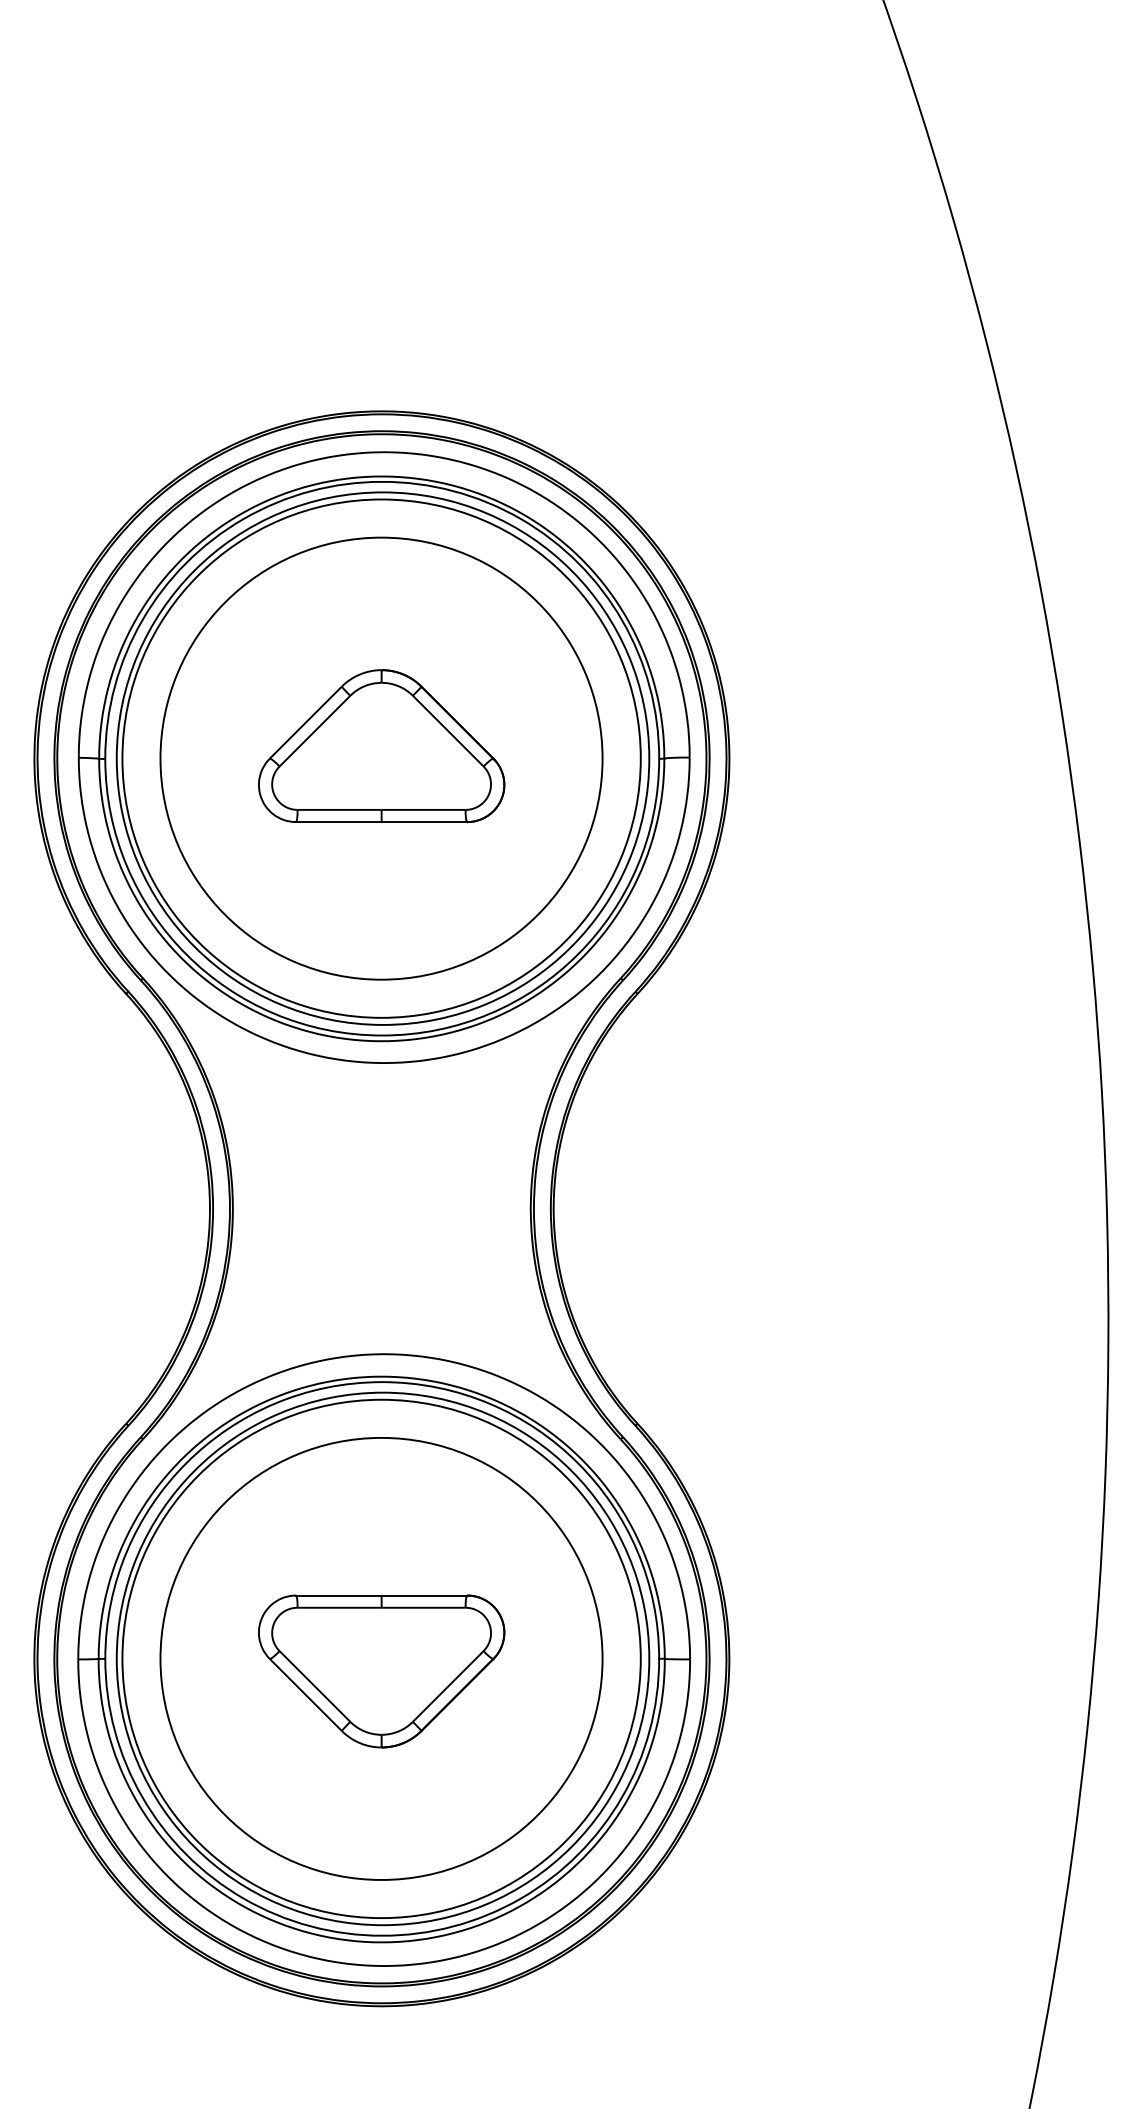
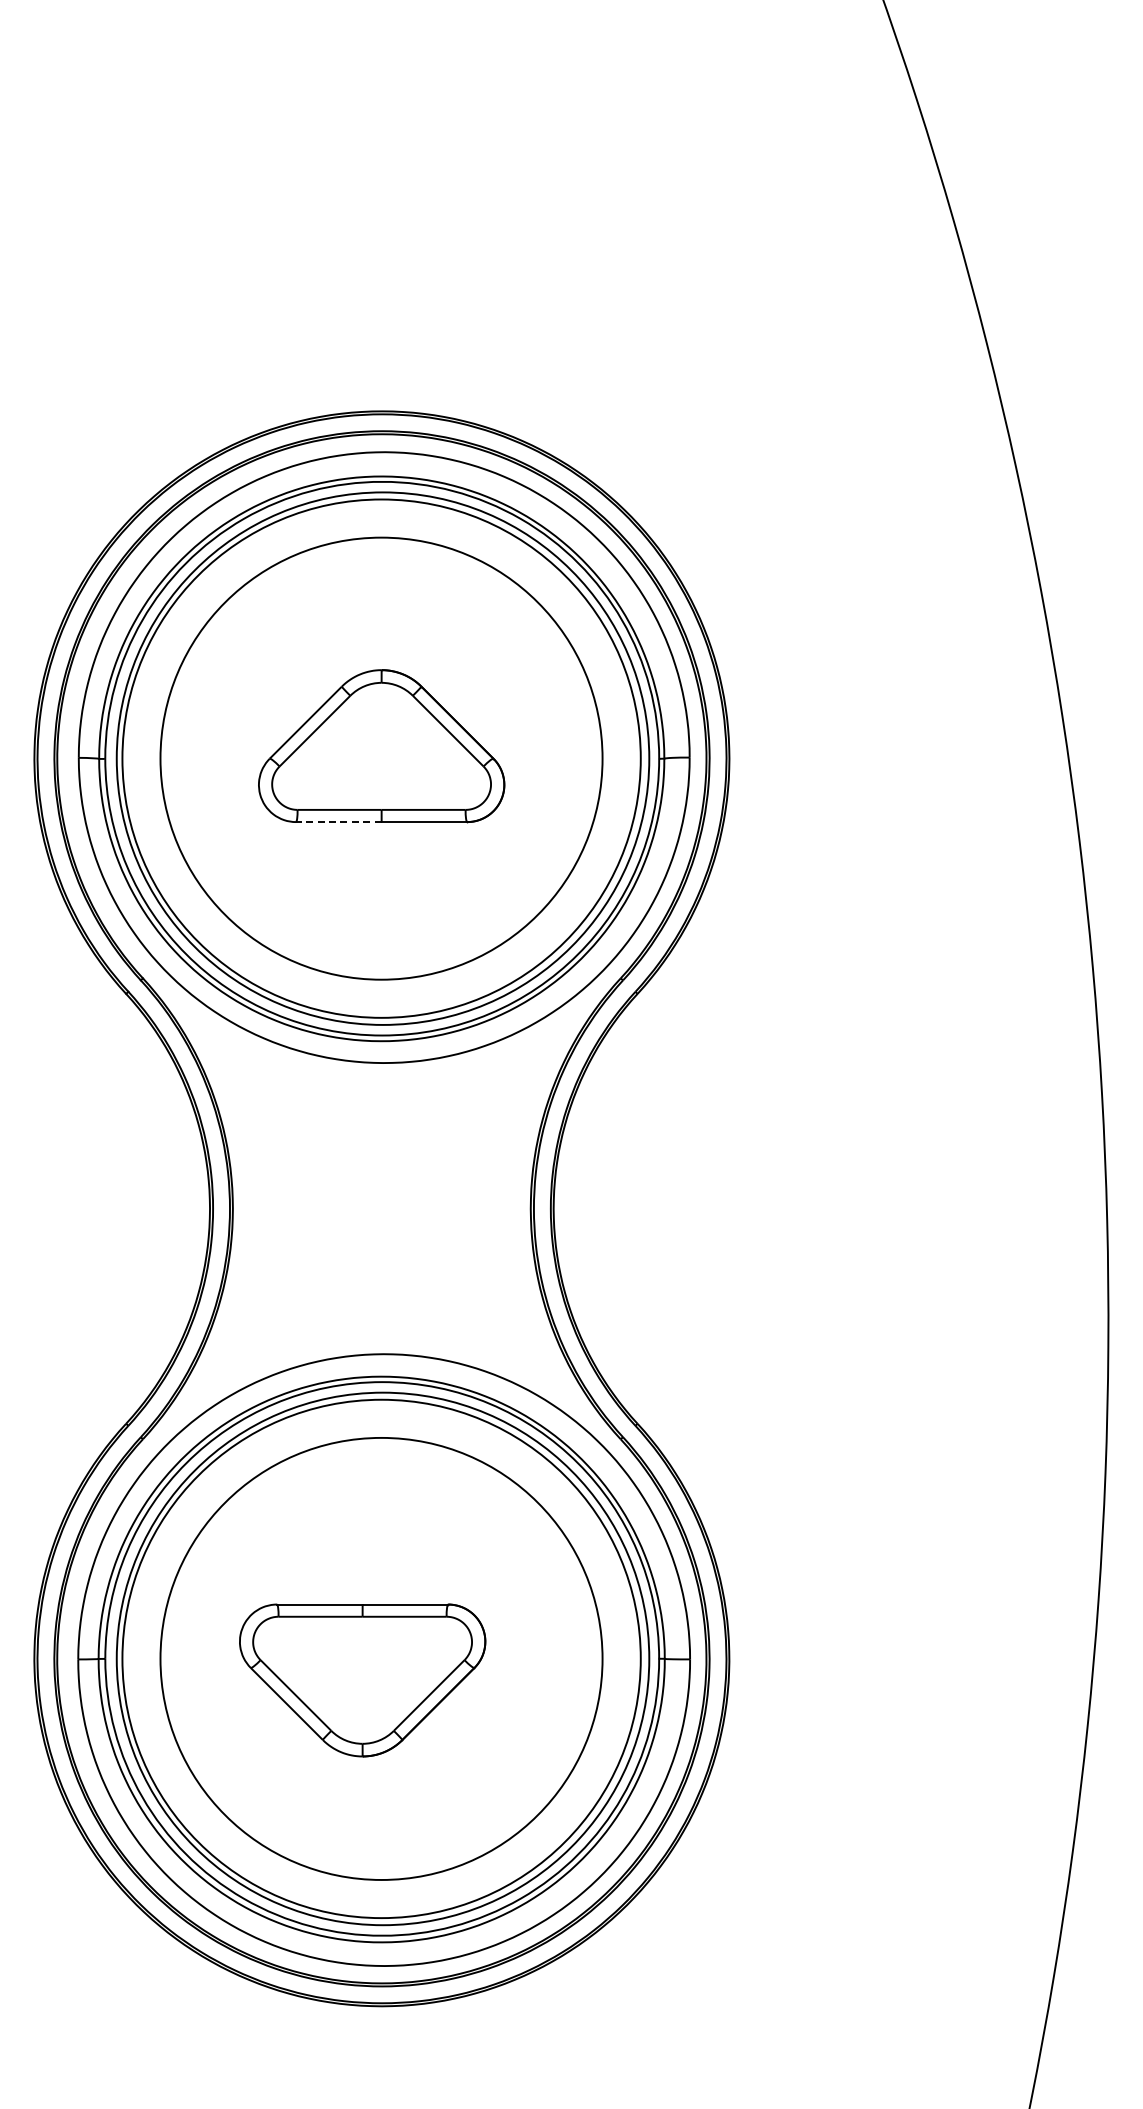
line at (338, 822): solid -> dashed
part at (381, 1671) position: (381, 1671) -> (362, 1680)
